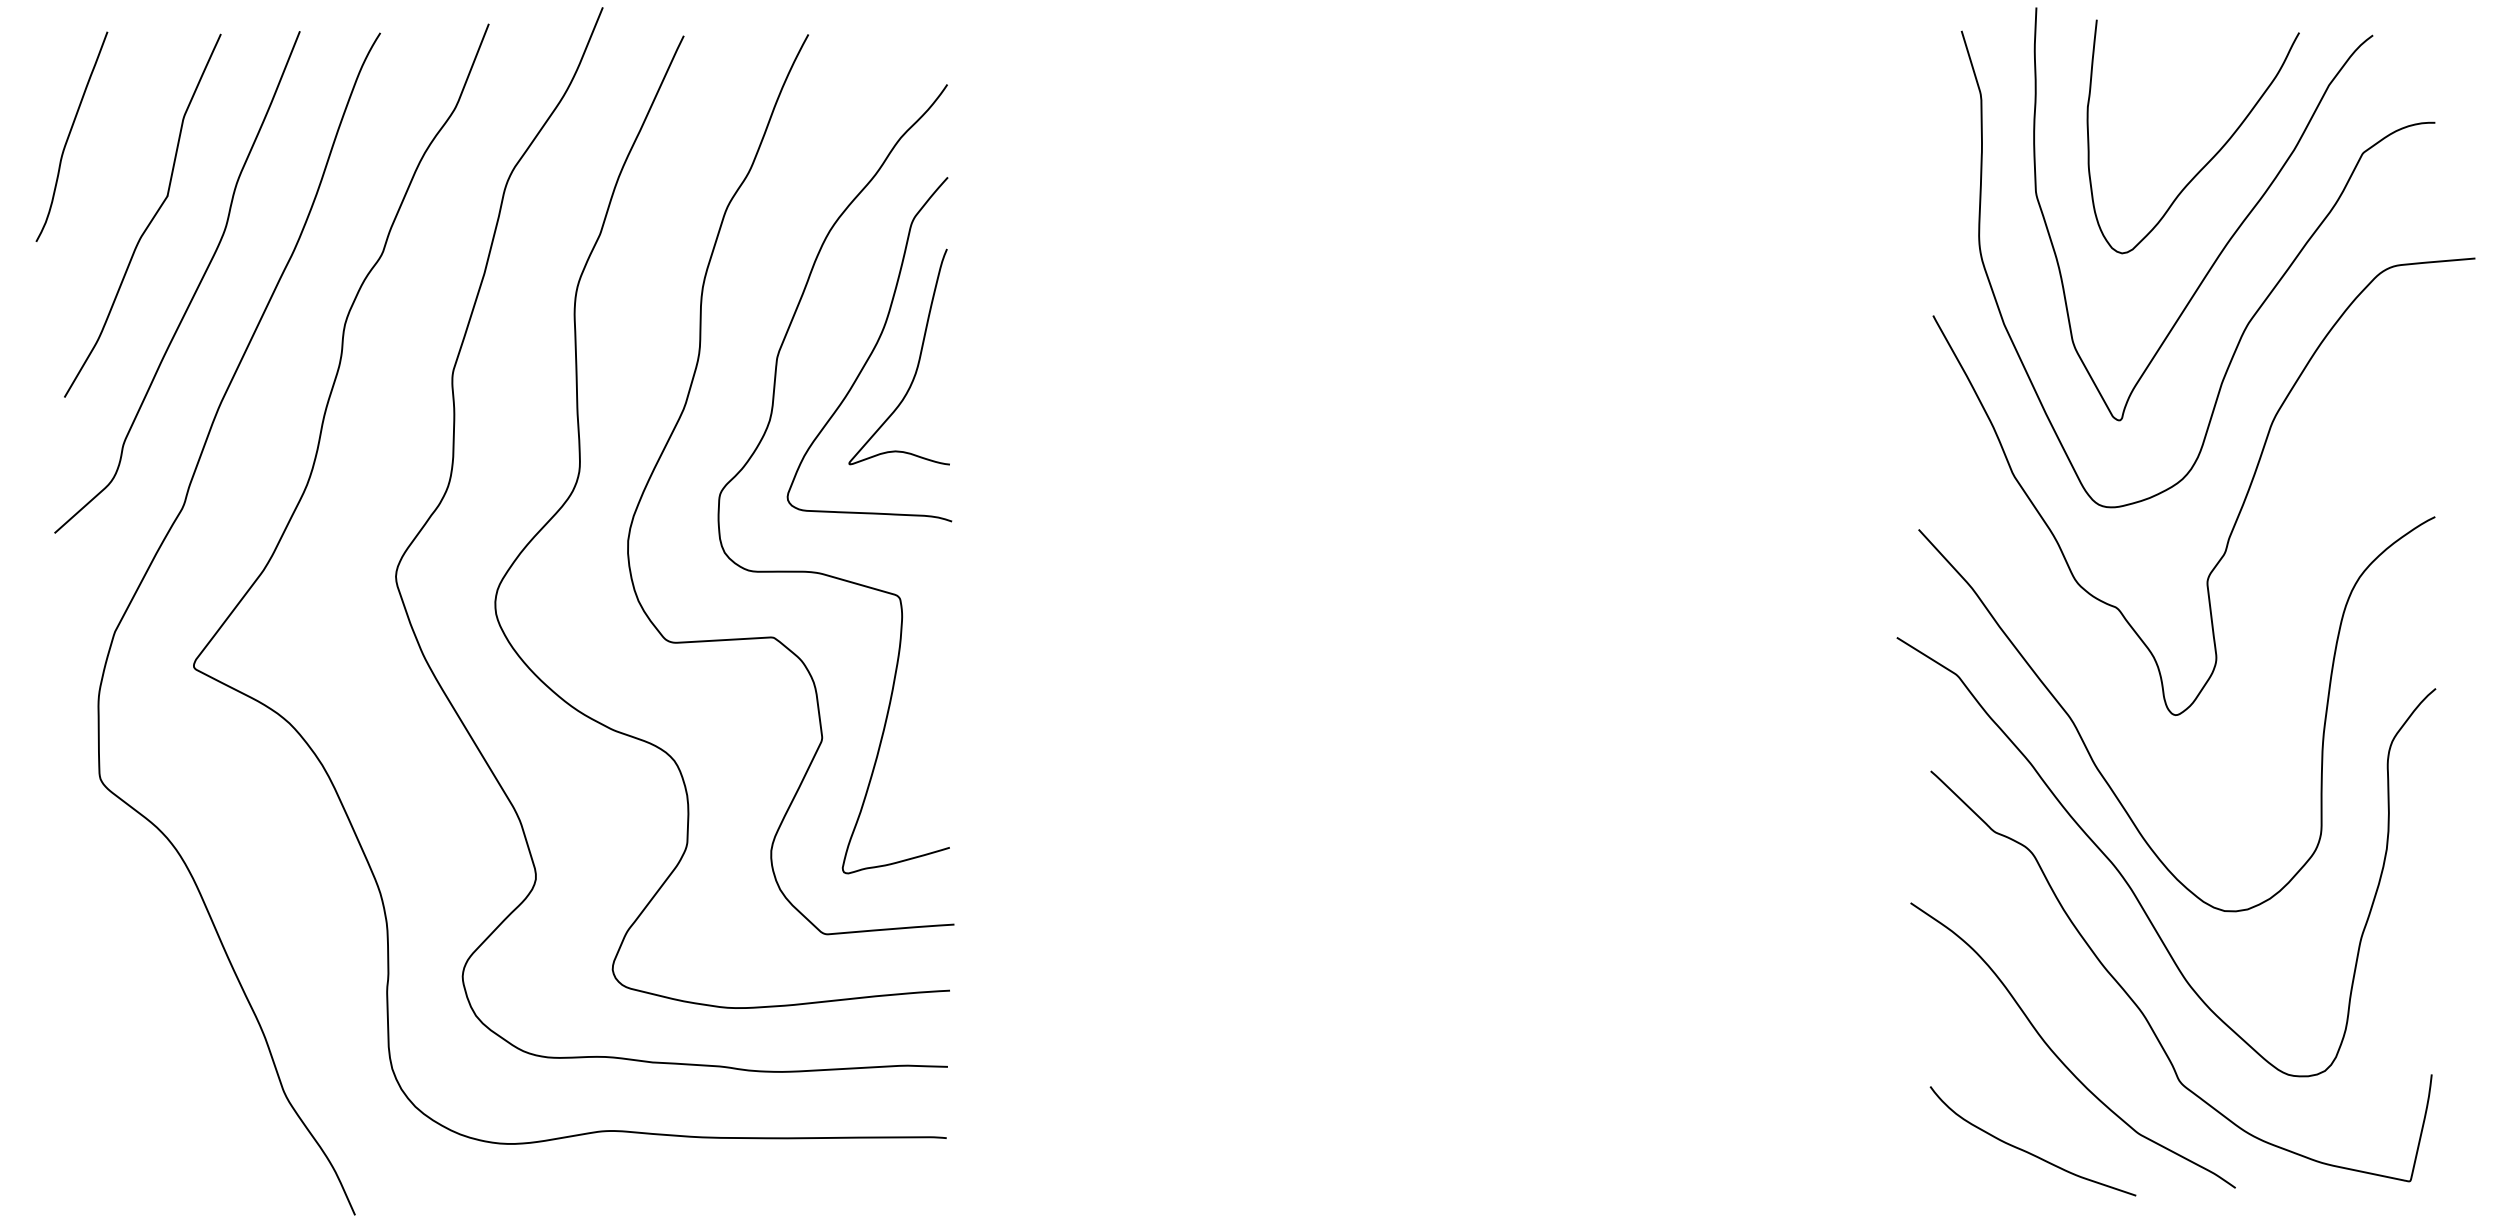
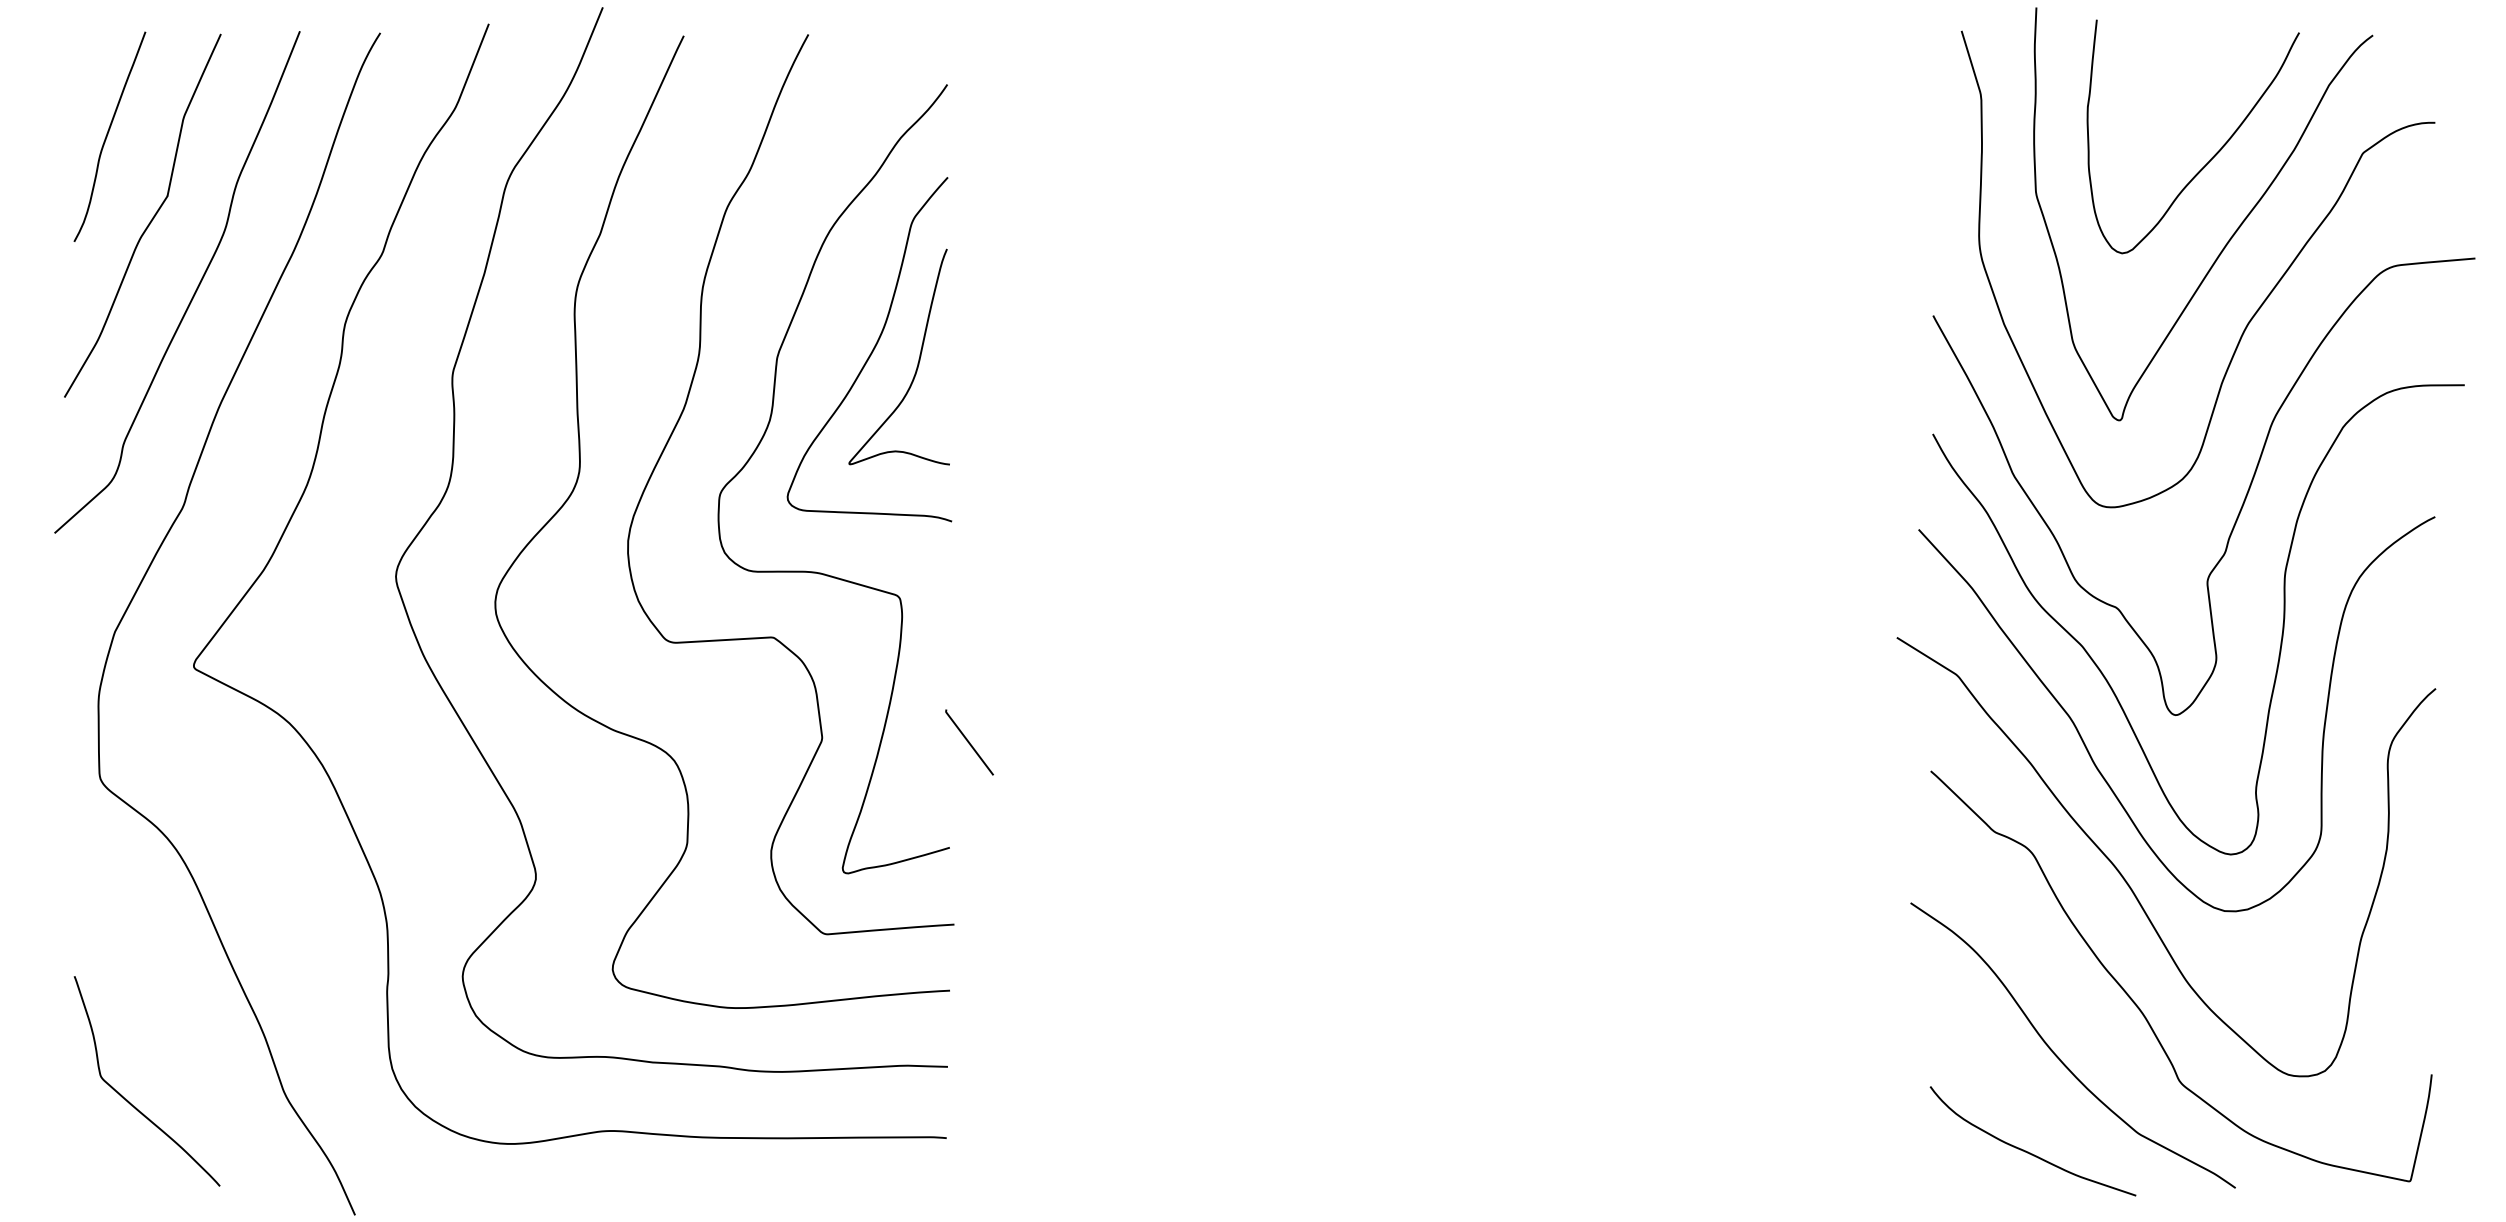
curve at (69, 136) position: (69, 136) -> (107, 136)
curve at (2282, 623): none -> present
curve at (969, 742): none -> present
curve at (127, 1099): none -> present
